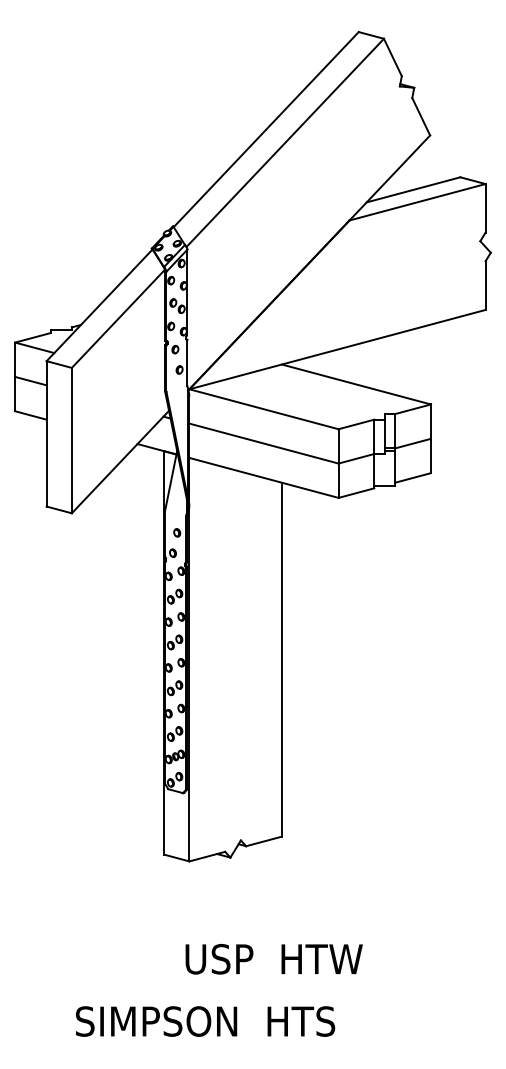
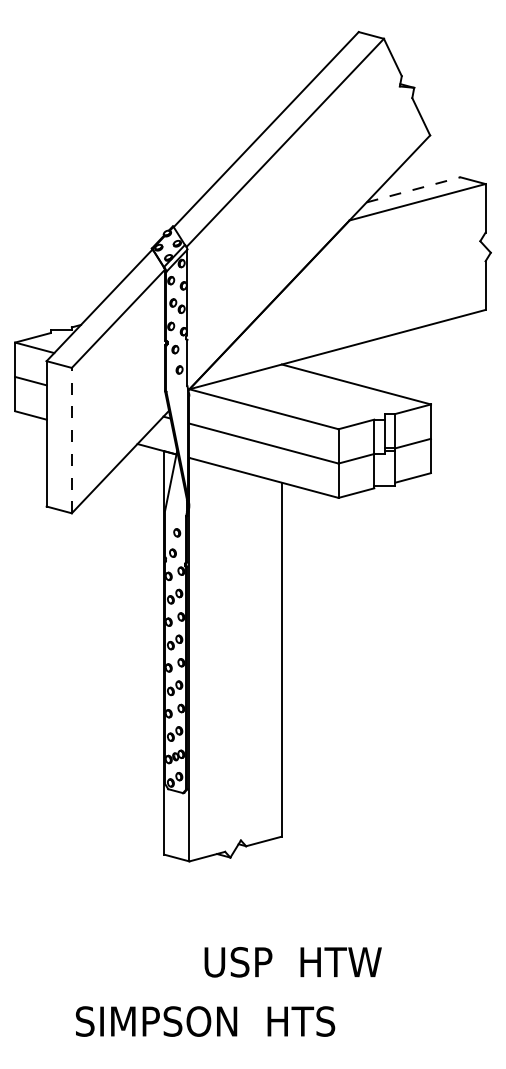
line at (413, 189): solid -> dashed
line at (71, 440): solid -> dashed
text at (273, 959) position: (273, 959) -> (292, 962)
